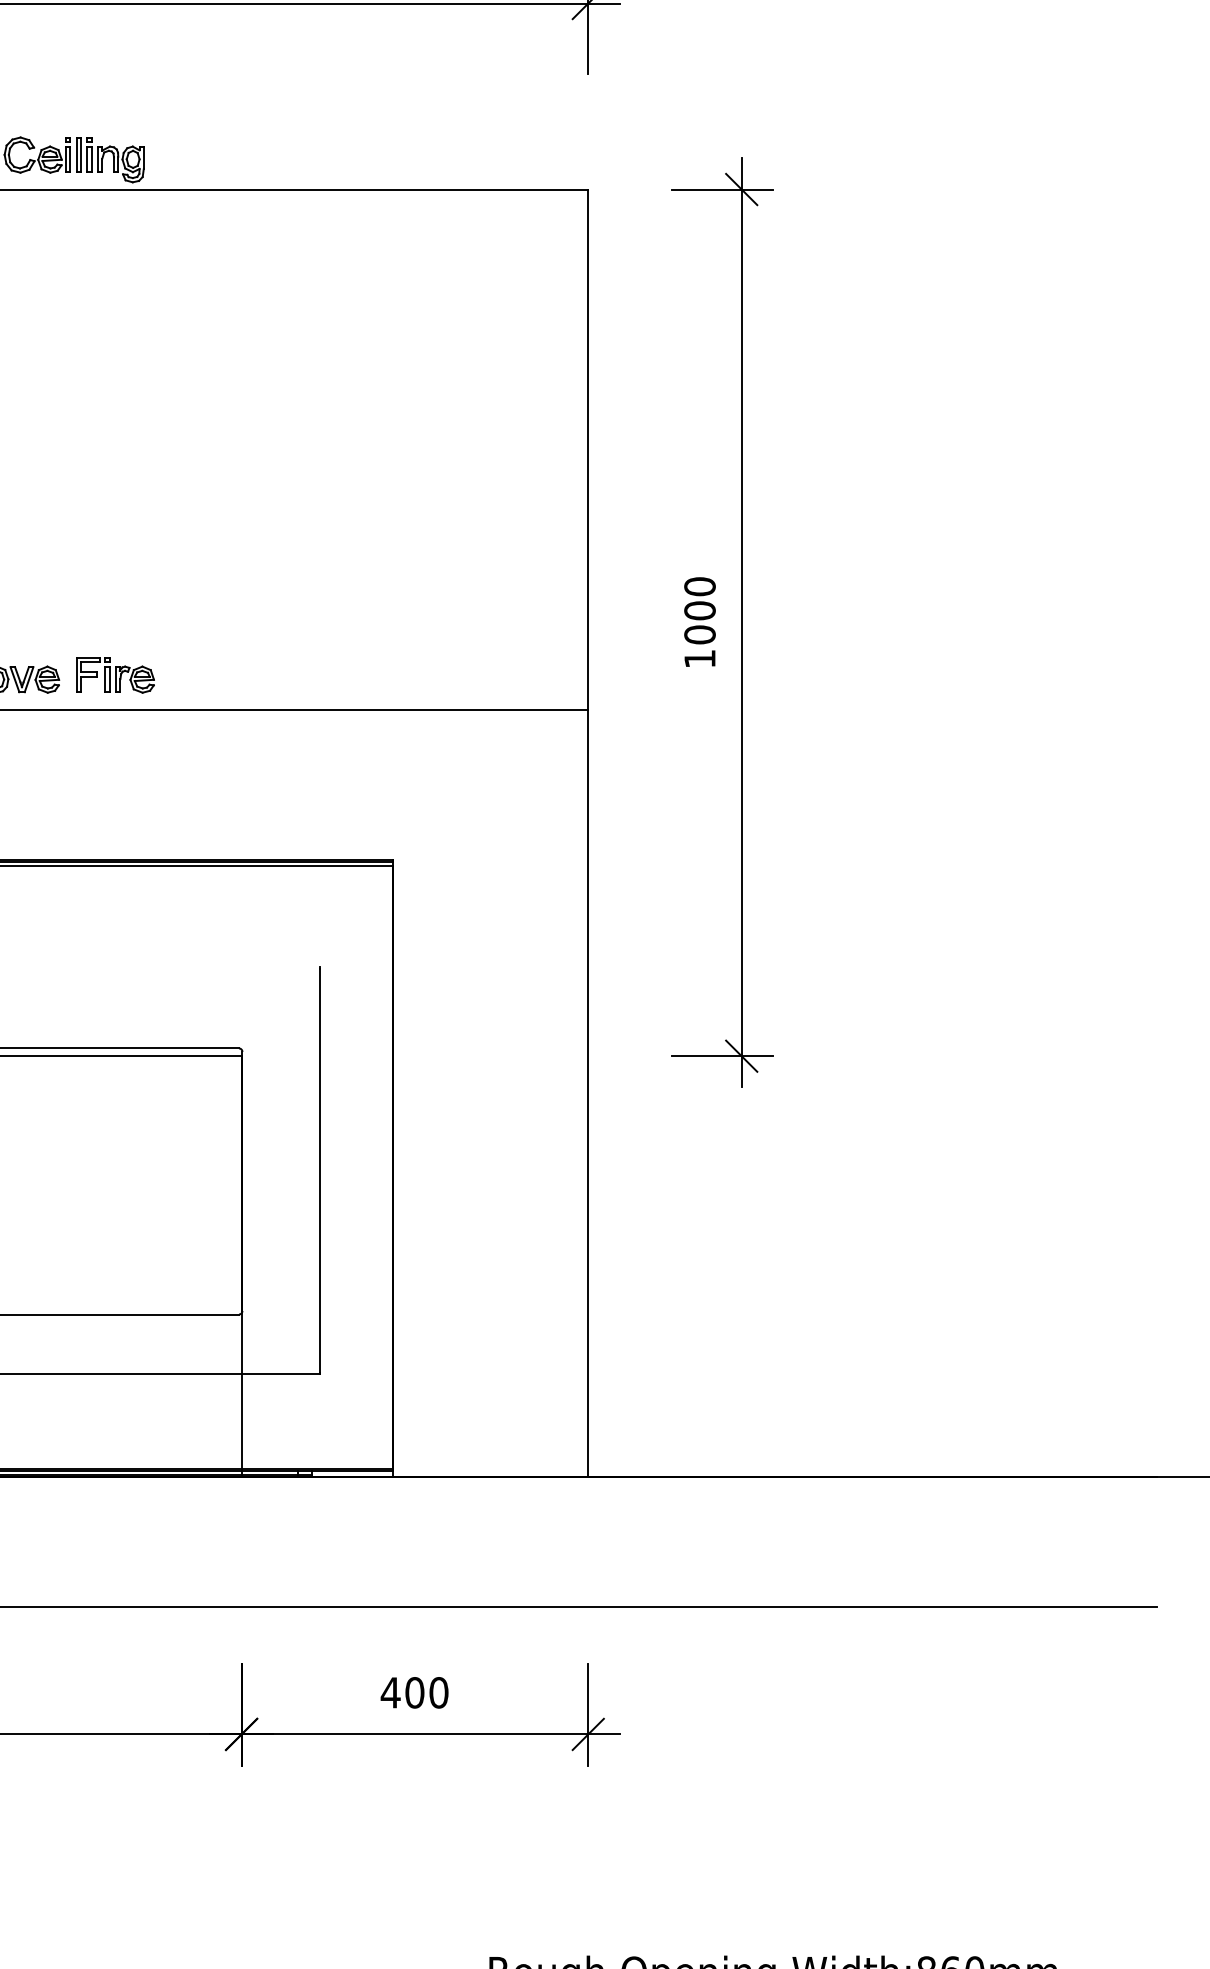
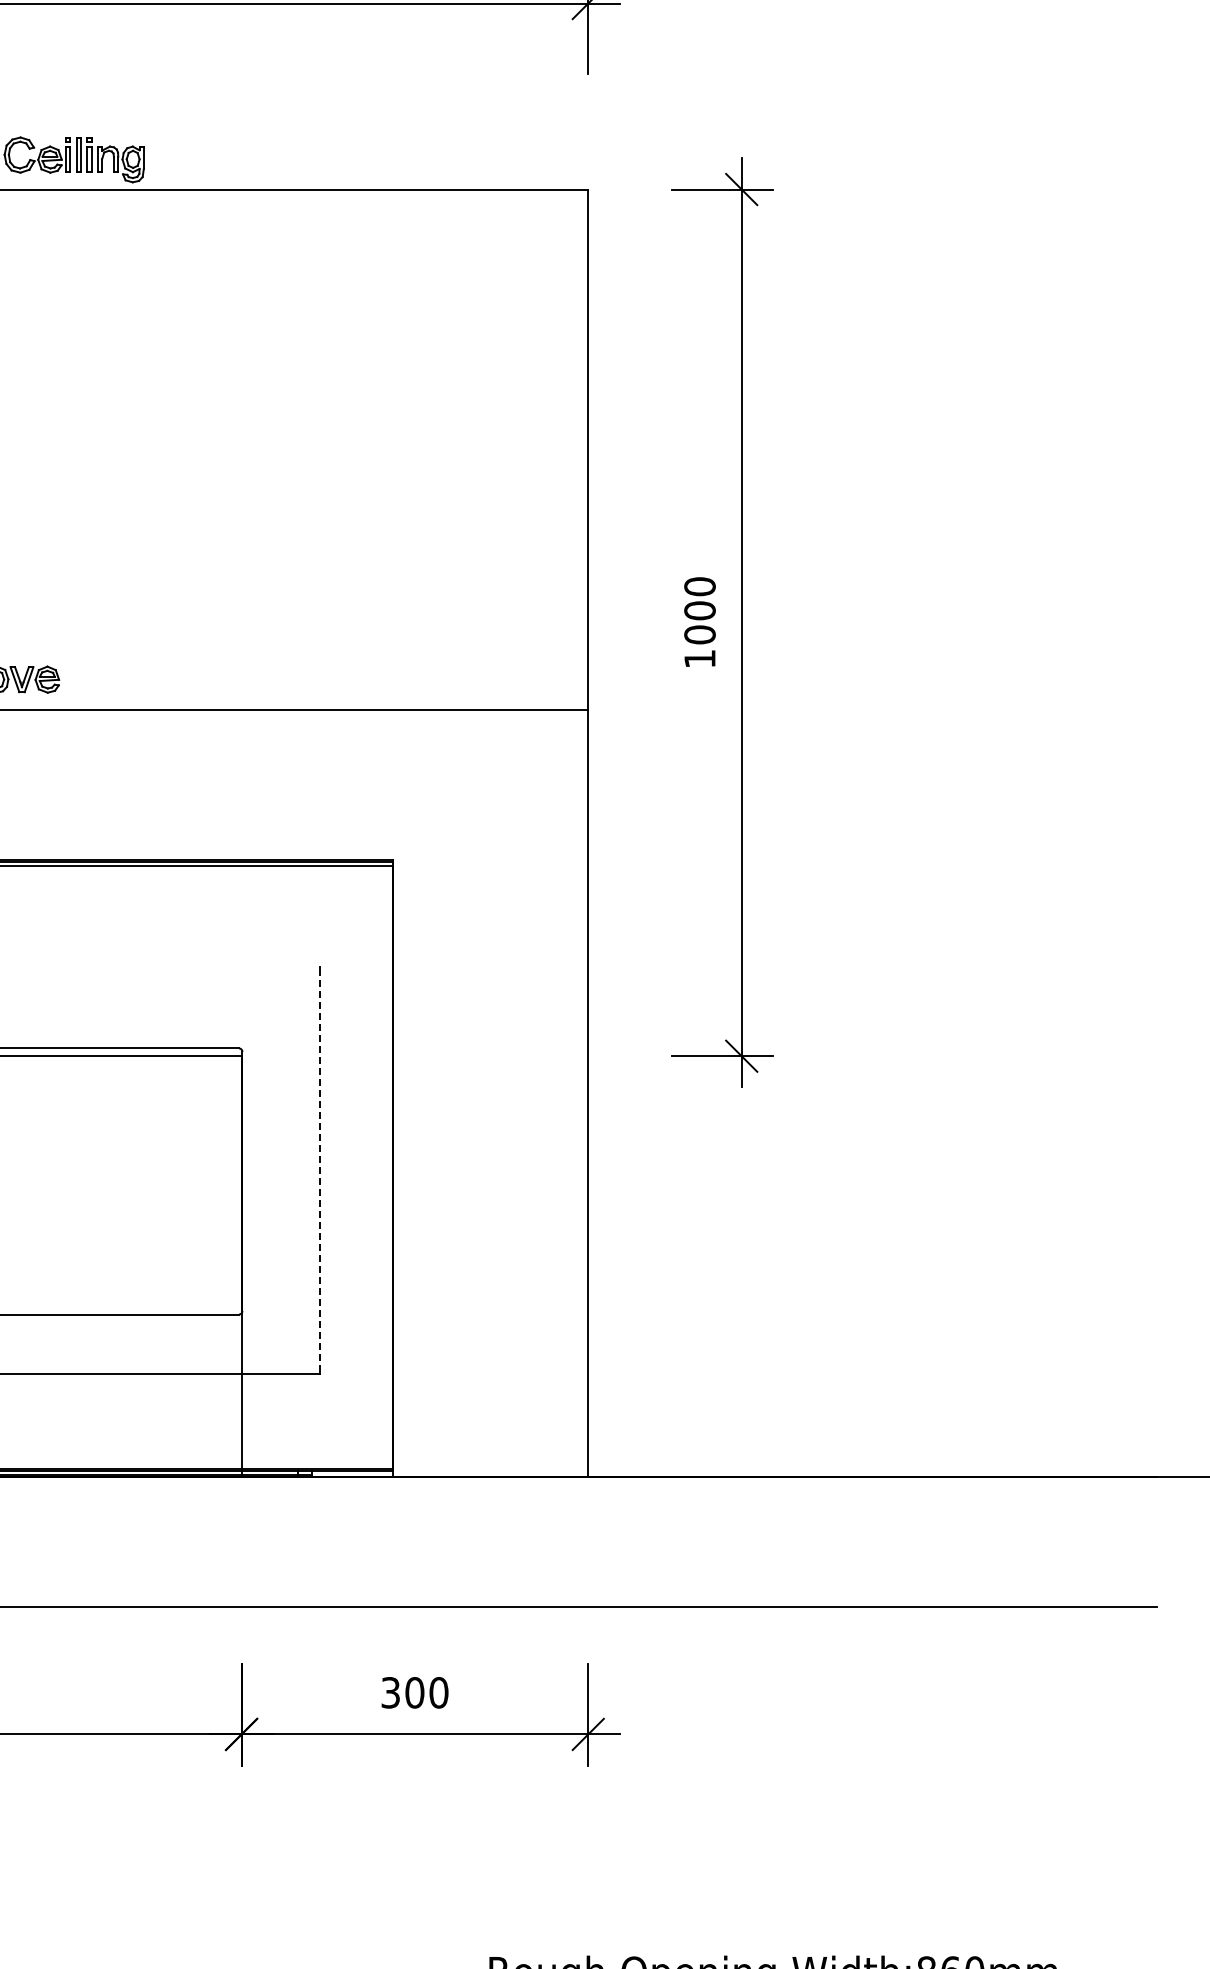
part at (115, 675): present -> none
line at (319, 1171): solid -> dashed
text at (390, 1692): 400 -> 300
